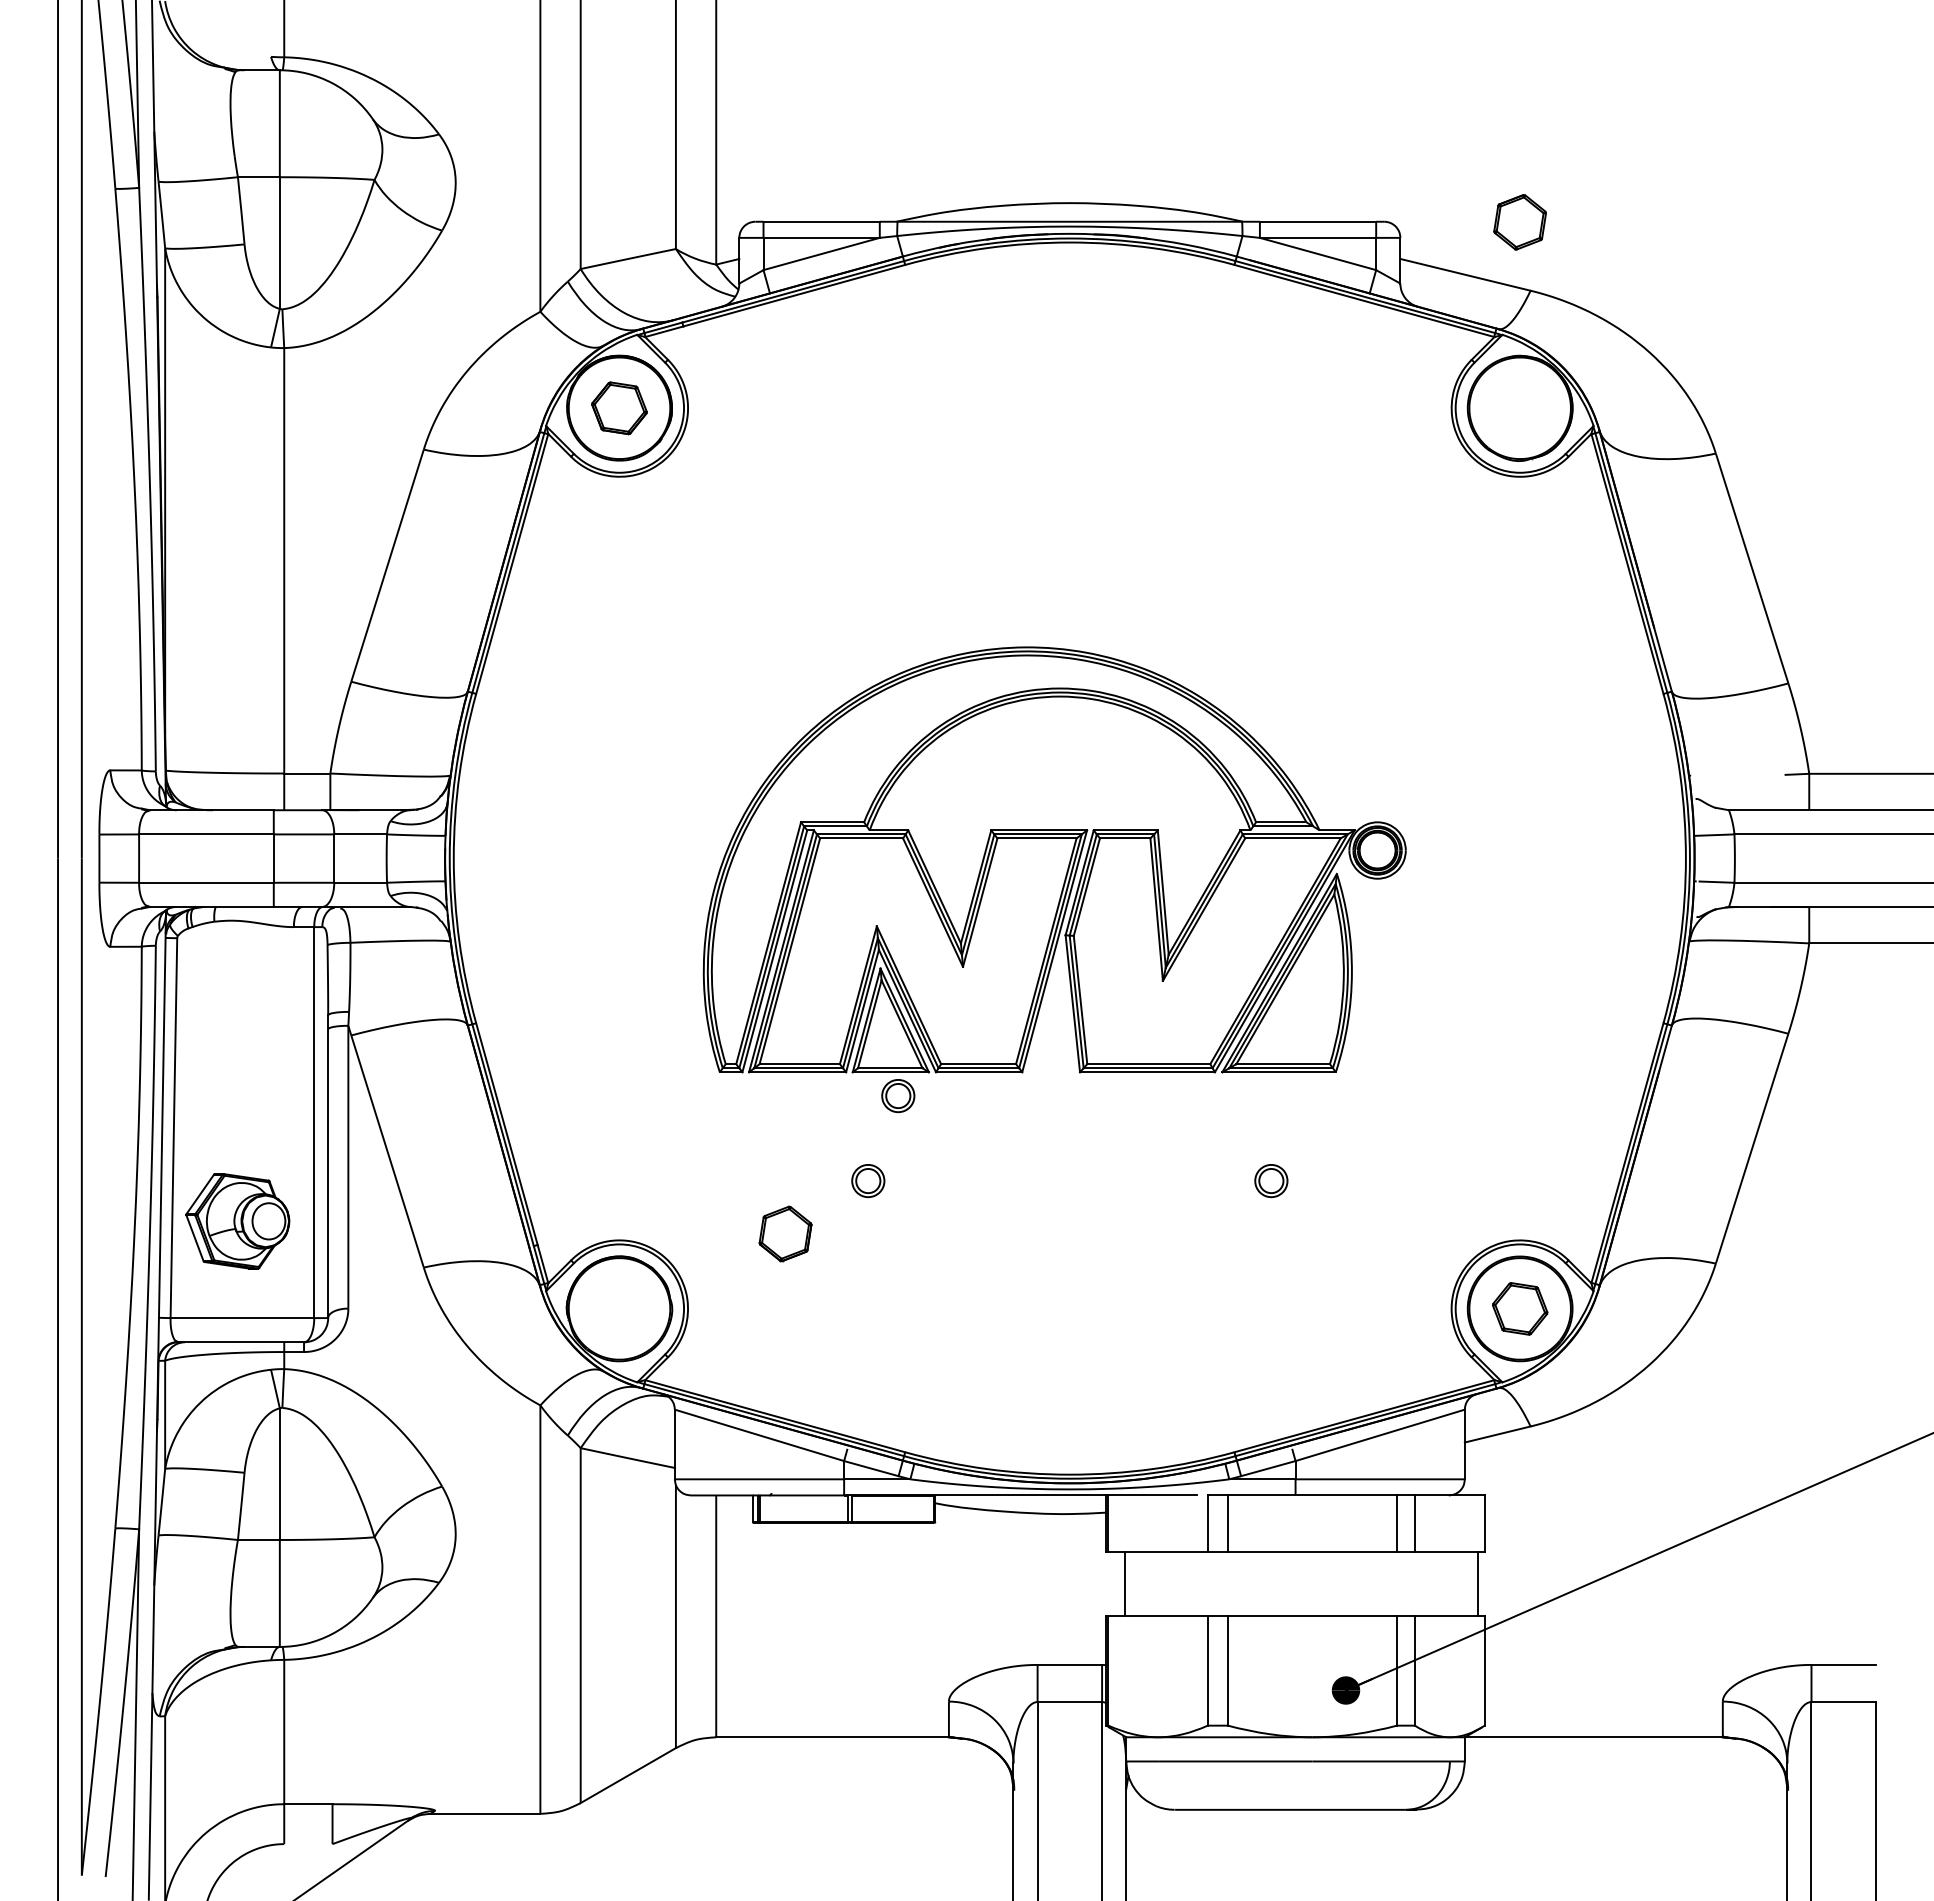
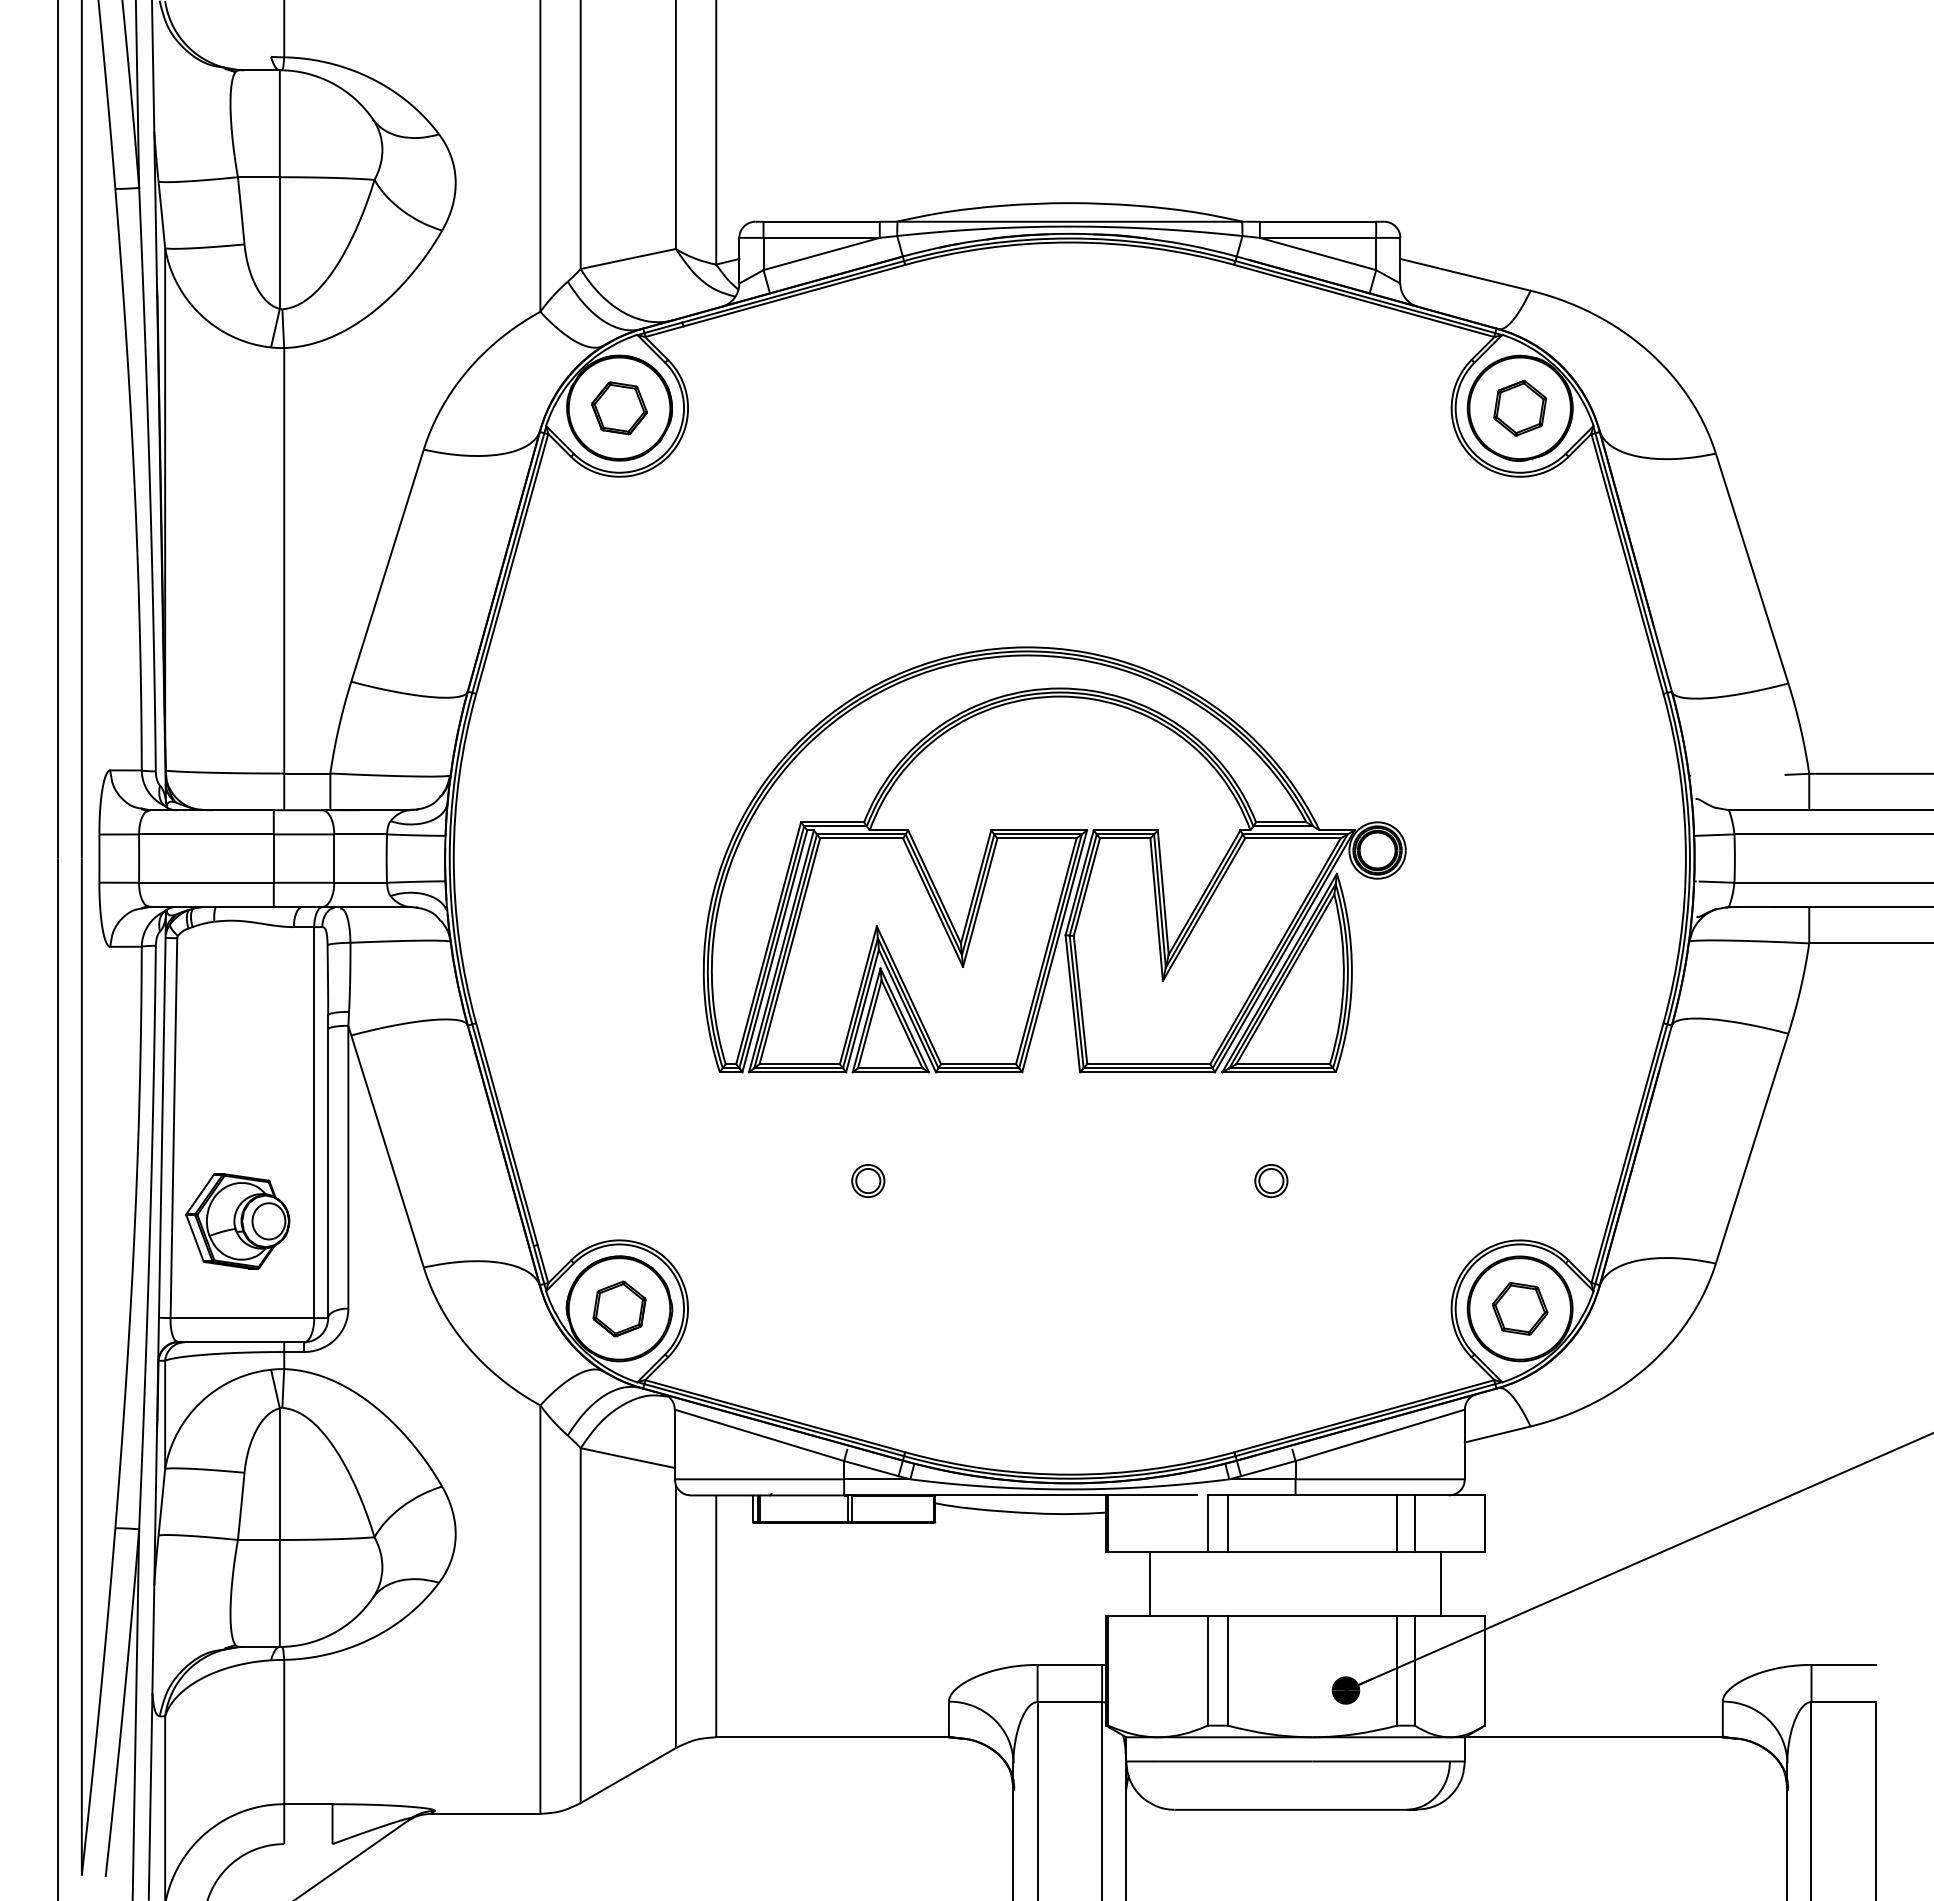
part at (1519, 222) position: (1519, 222) -> (1519, 408)
part at (898, 1096): present -> none
part at (785, 1233) position: (785, 1233) -> (619, 1308)
line at (1125, 1583) position: (1125, 1583) -> (1150, 1583)
line at (1477, 1583) position: (1477, 1583) -> (1440, 1583)
